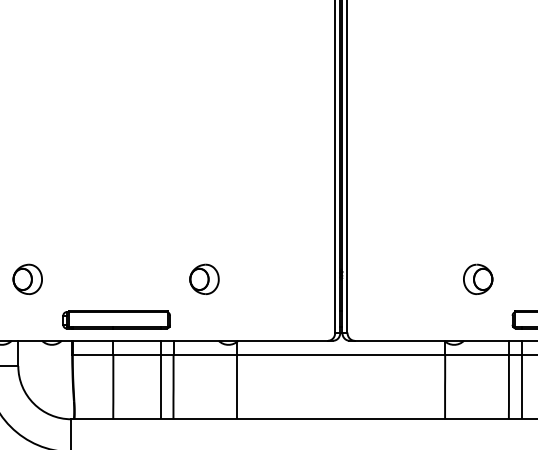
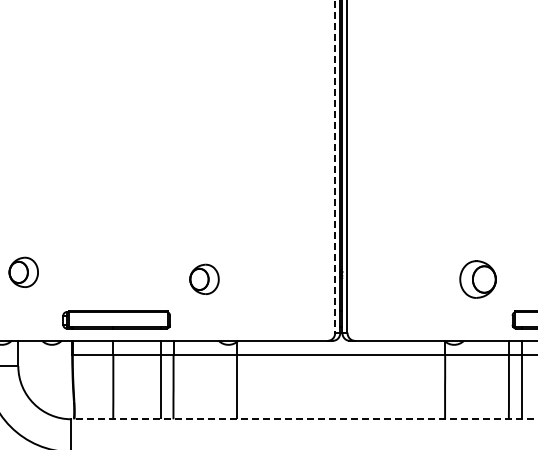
line at (335, 166): solid -> dashed
part at (27, 278) position: (27, 278) -> (23, 271)
part at (478, 278) size: 31x32 px -> 38x39 px
line at (304, 419): solid -> dashed
